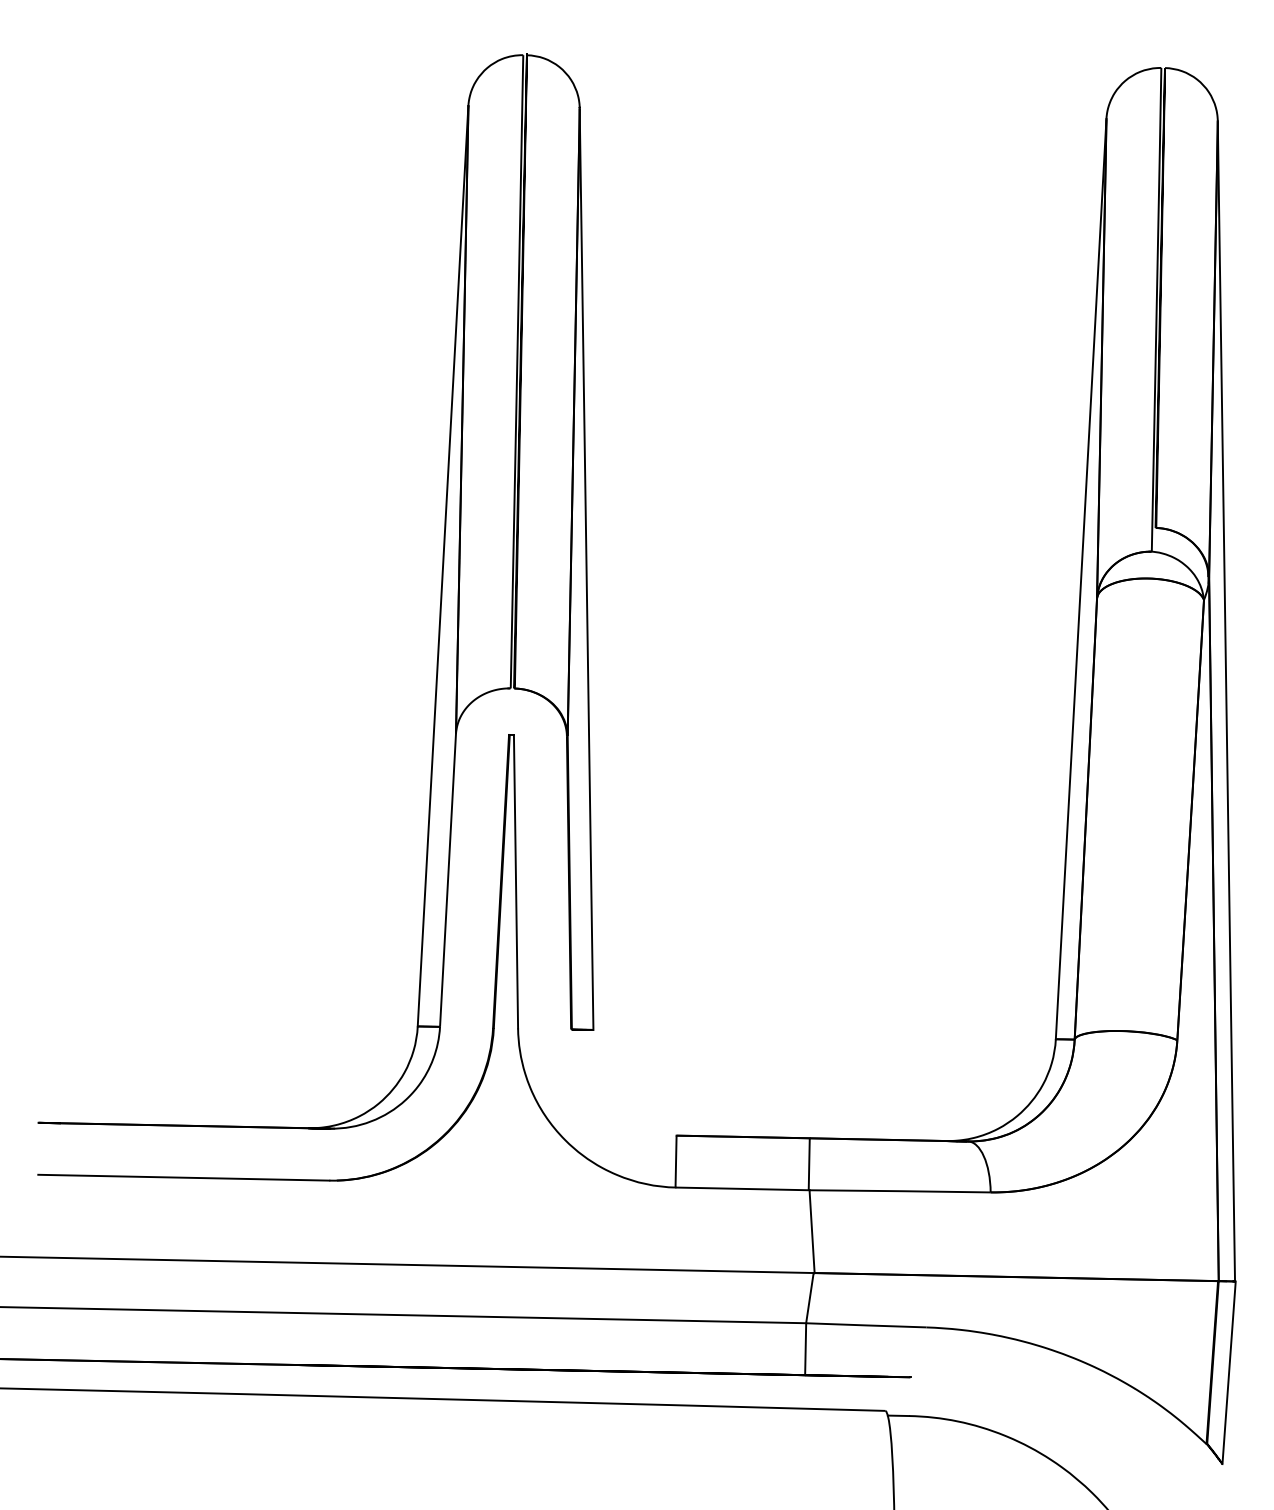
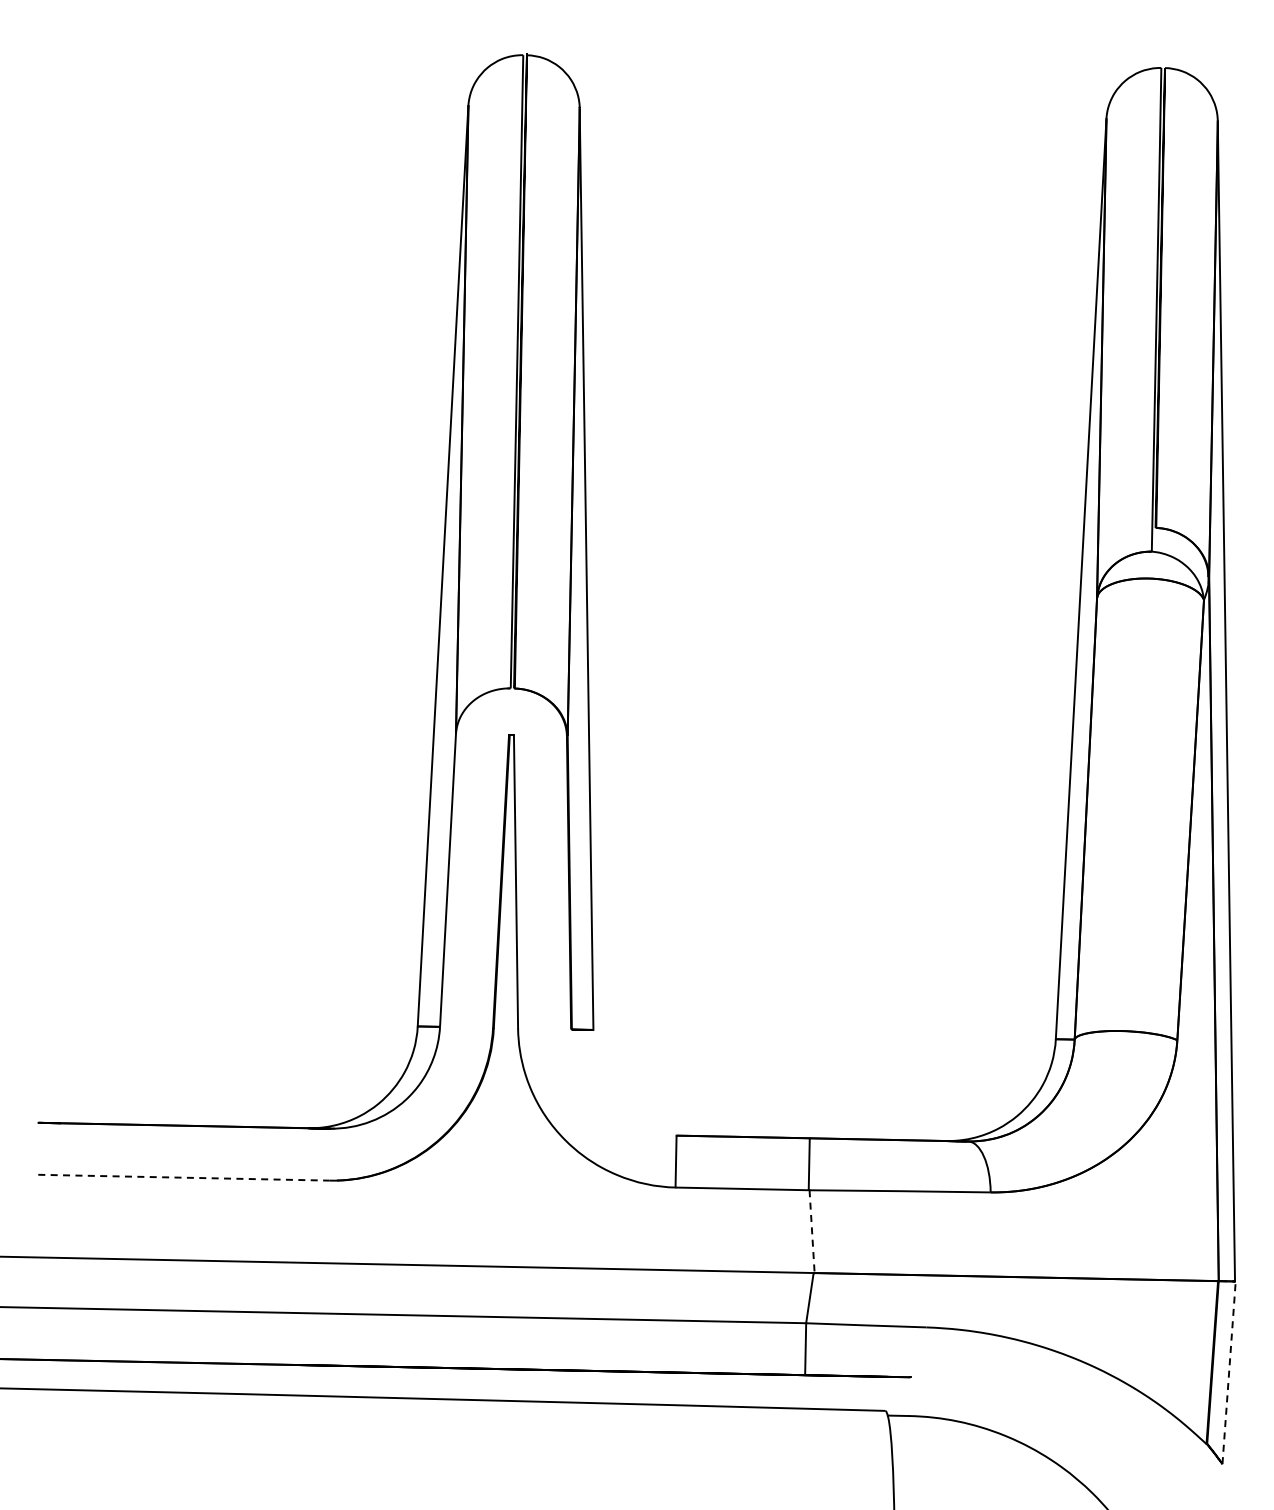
line at (183, 1177): solid -> dashed
line at (812, 1232): solid -> dashed
line at (1229, 1372): solid -> dashed
